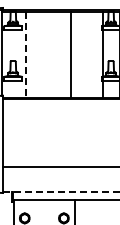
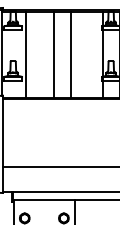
line at (53, 54): none -> present
line at (26, 55): dashed -> solid
line at (61, 191): dashed -> solid
